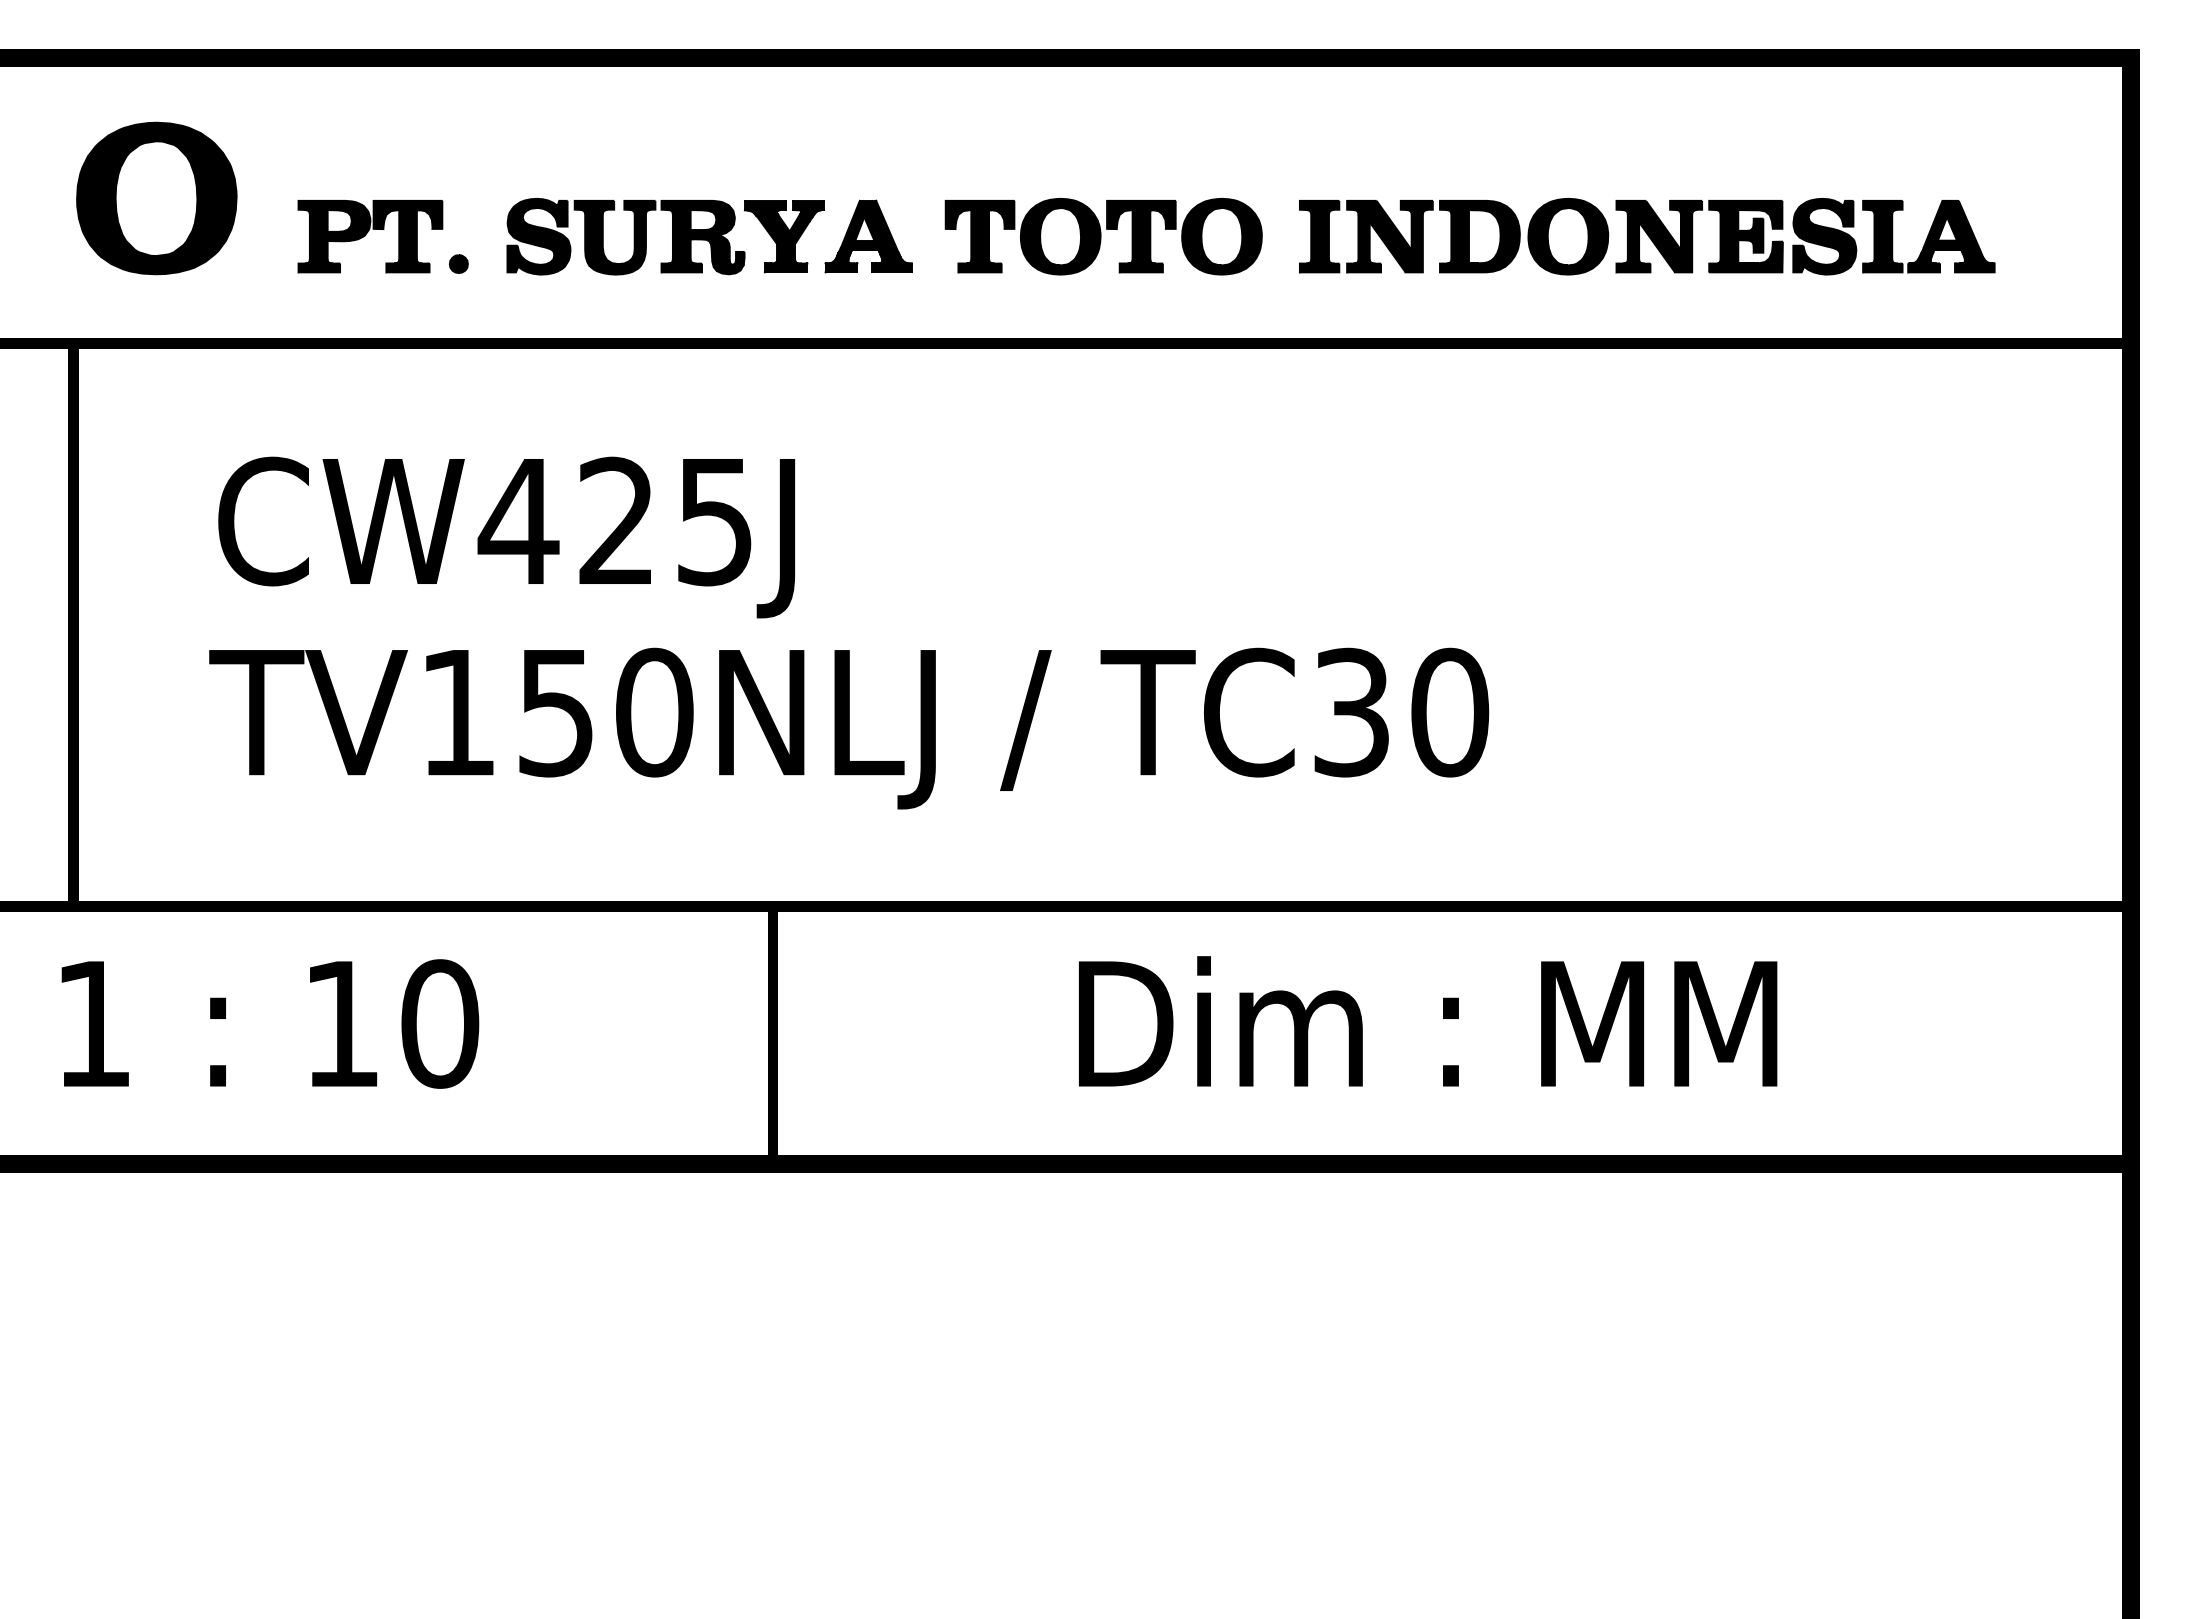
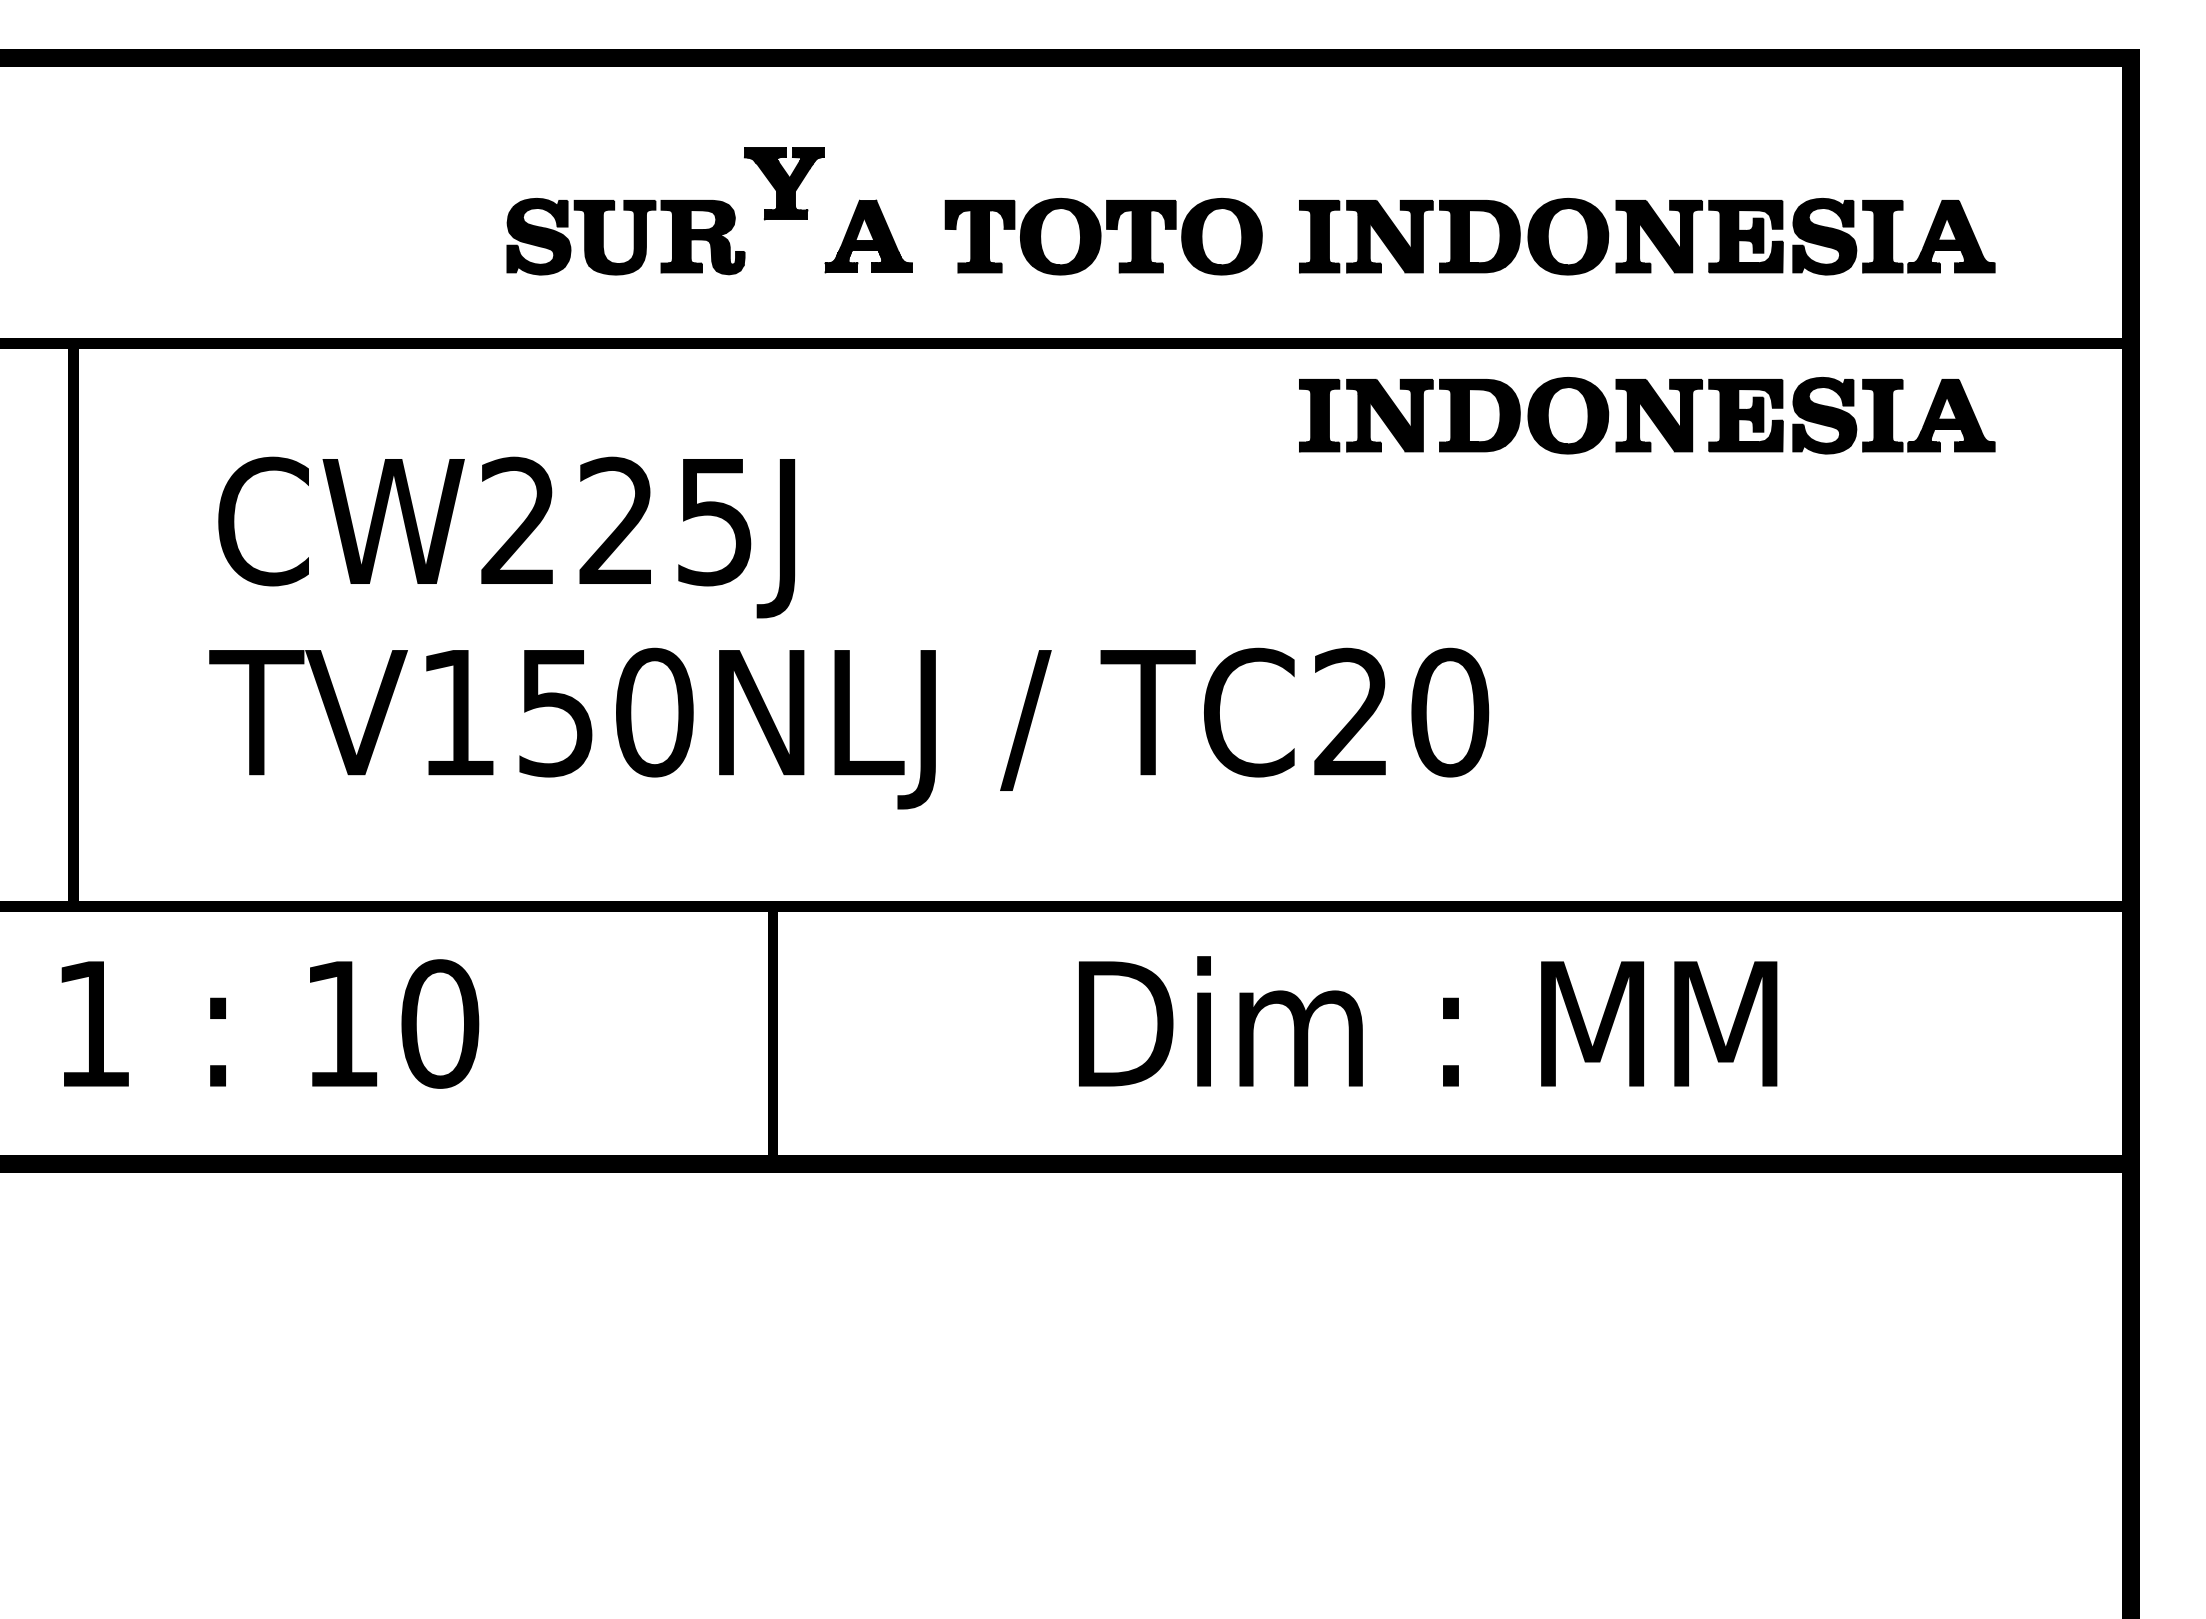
part at (156, 198): present -> none
part at (382, 229): present -> none
part at (784, 236) position: (784, 236) -> (784, 183)
part at (1647, 415): none -> present
text at (518, 519): CW425J -> CW225J
text at (1351, 712): TC30 -> TC20
